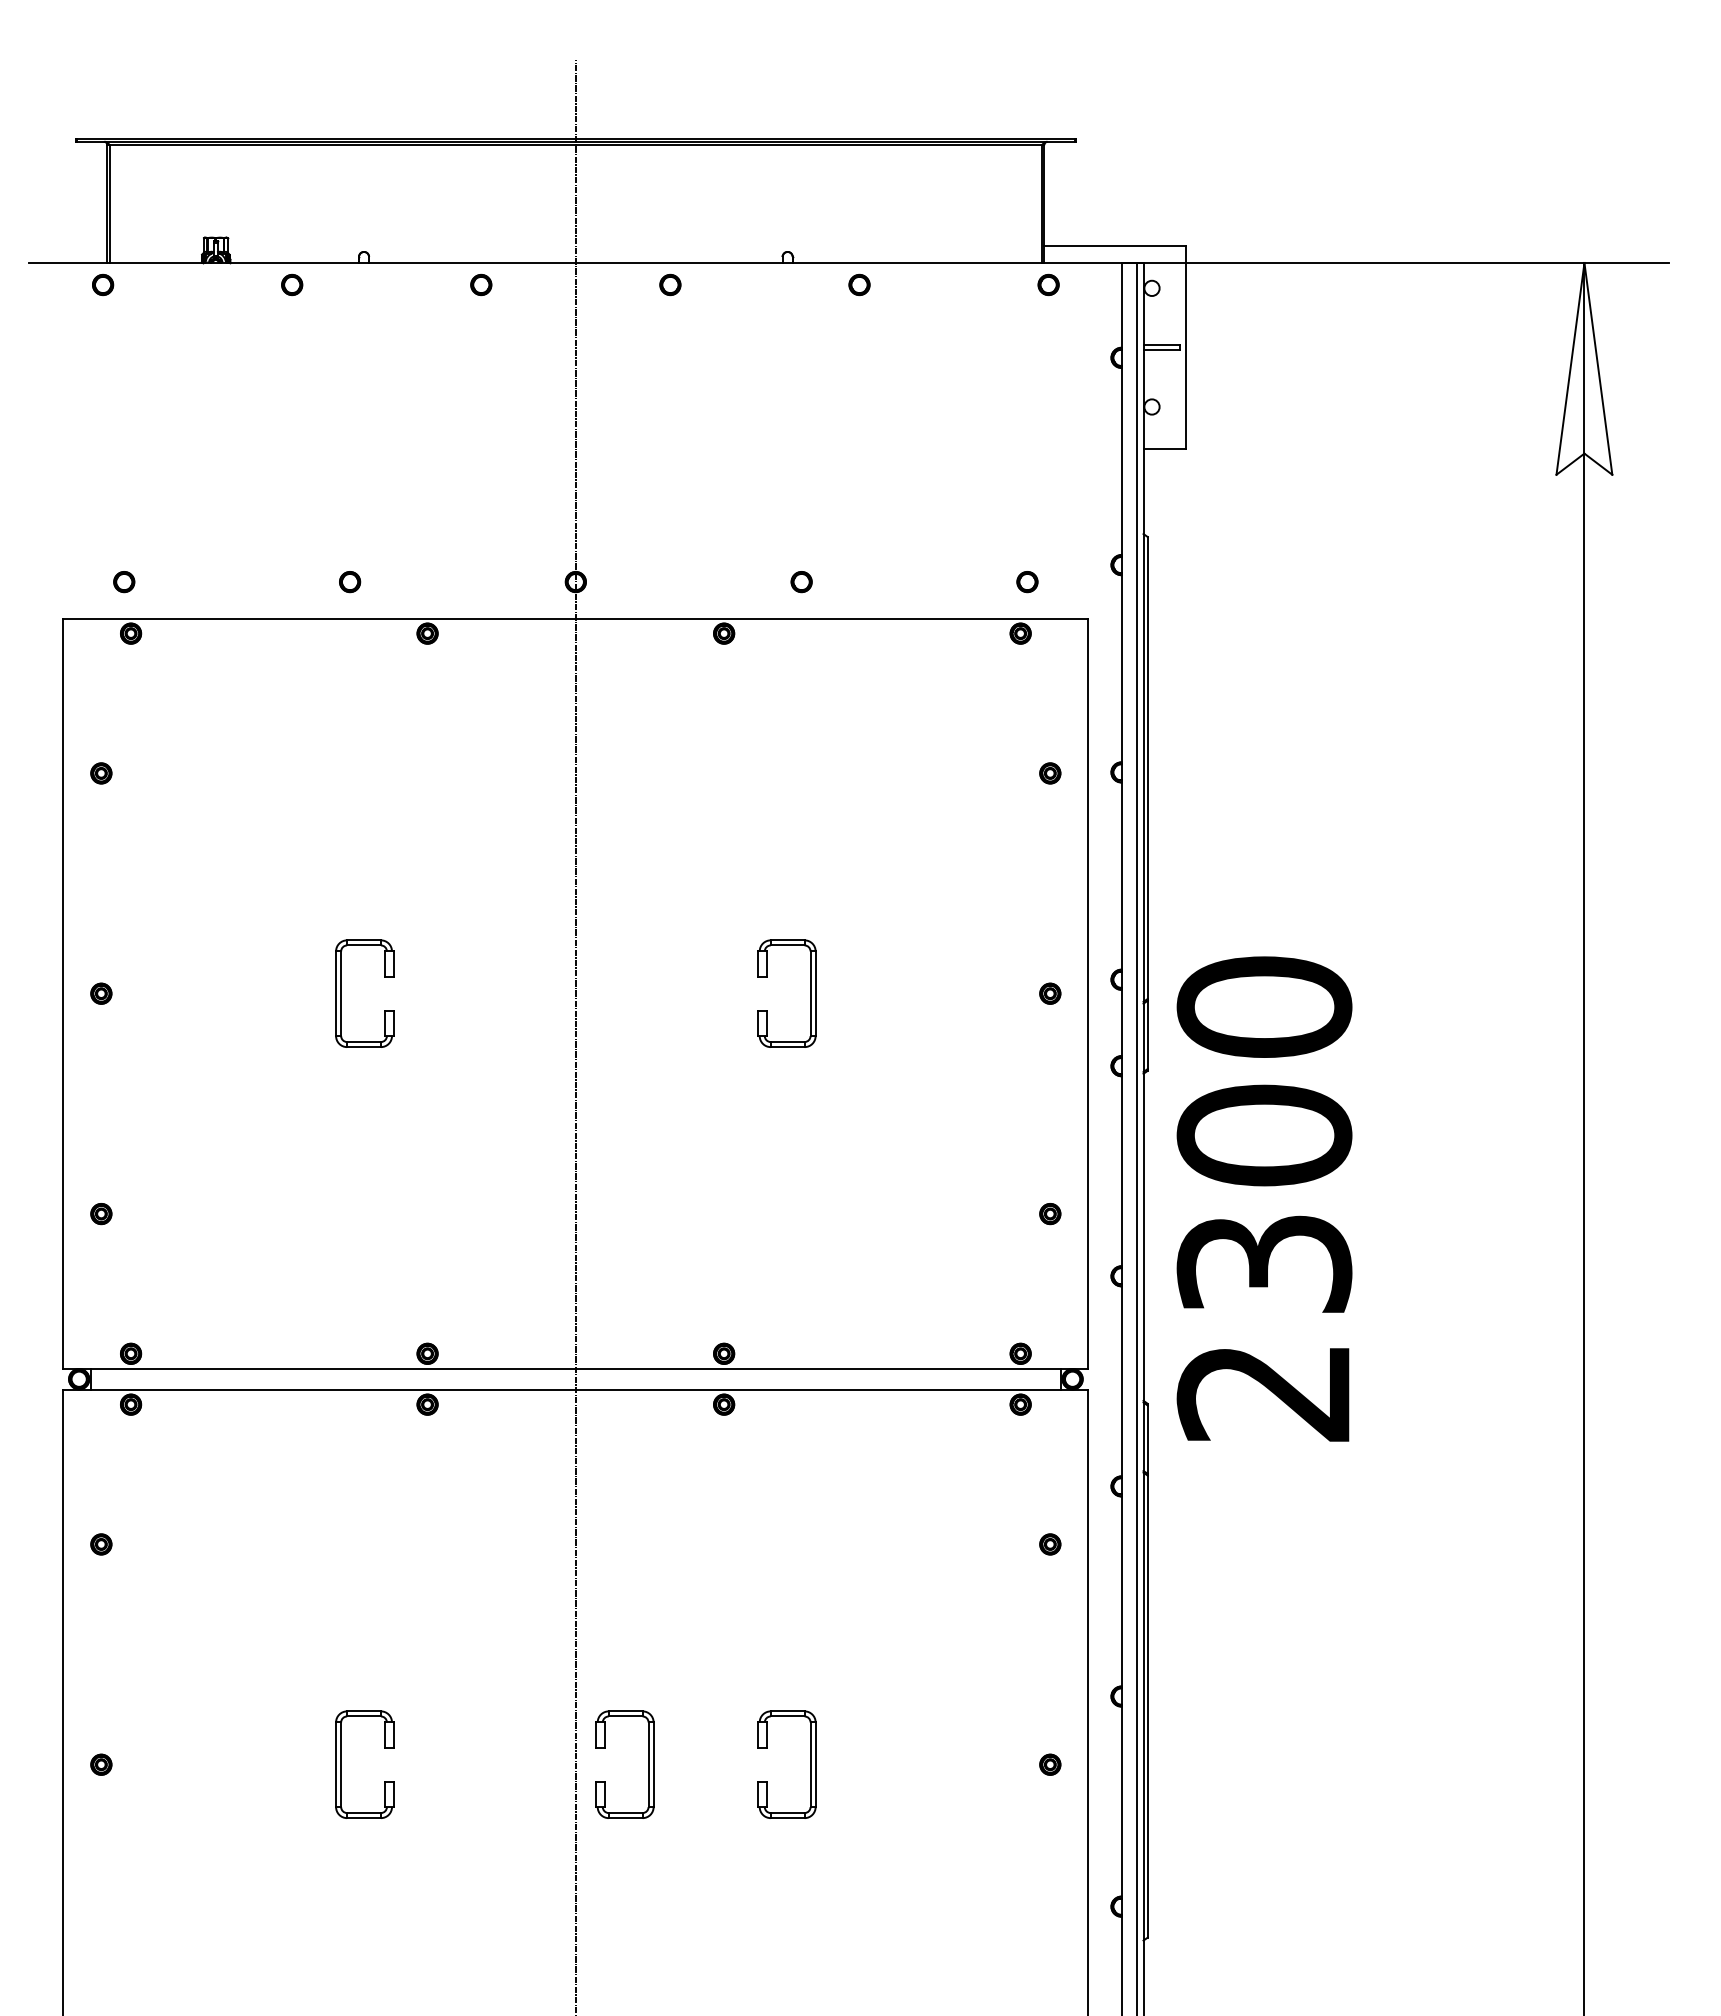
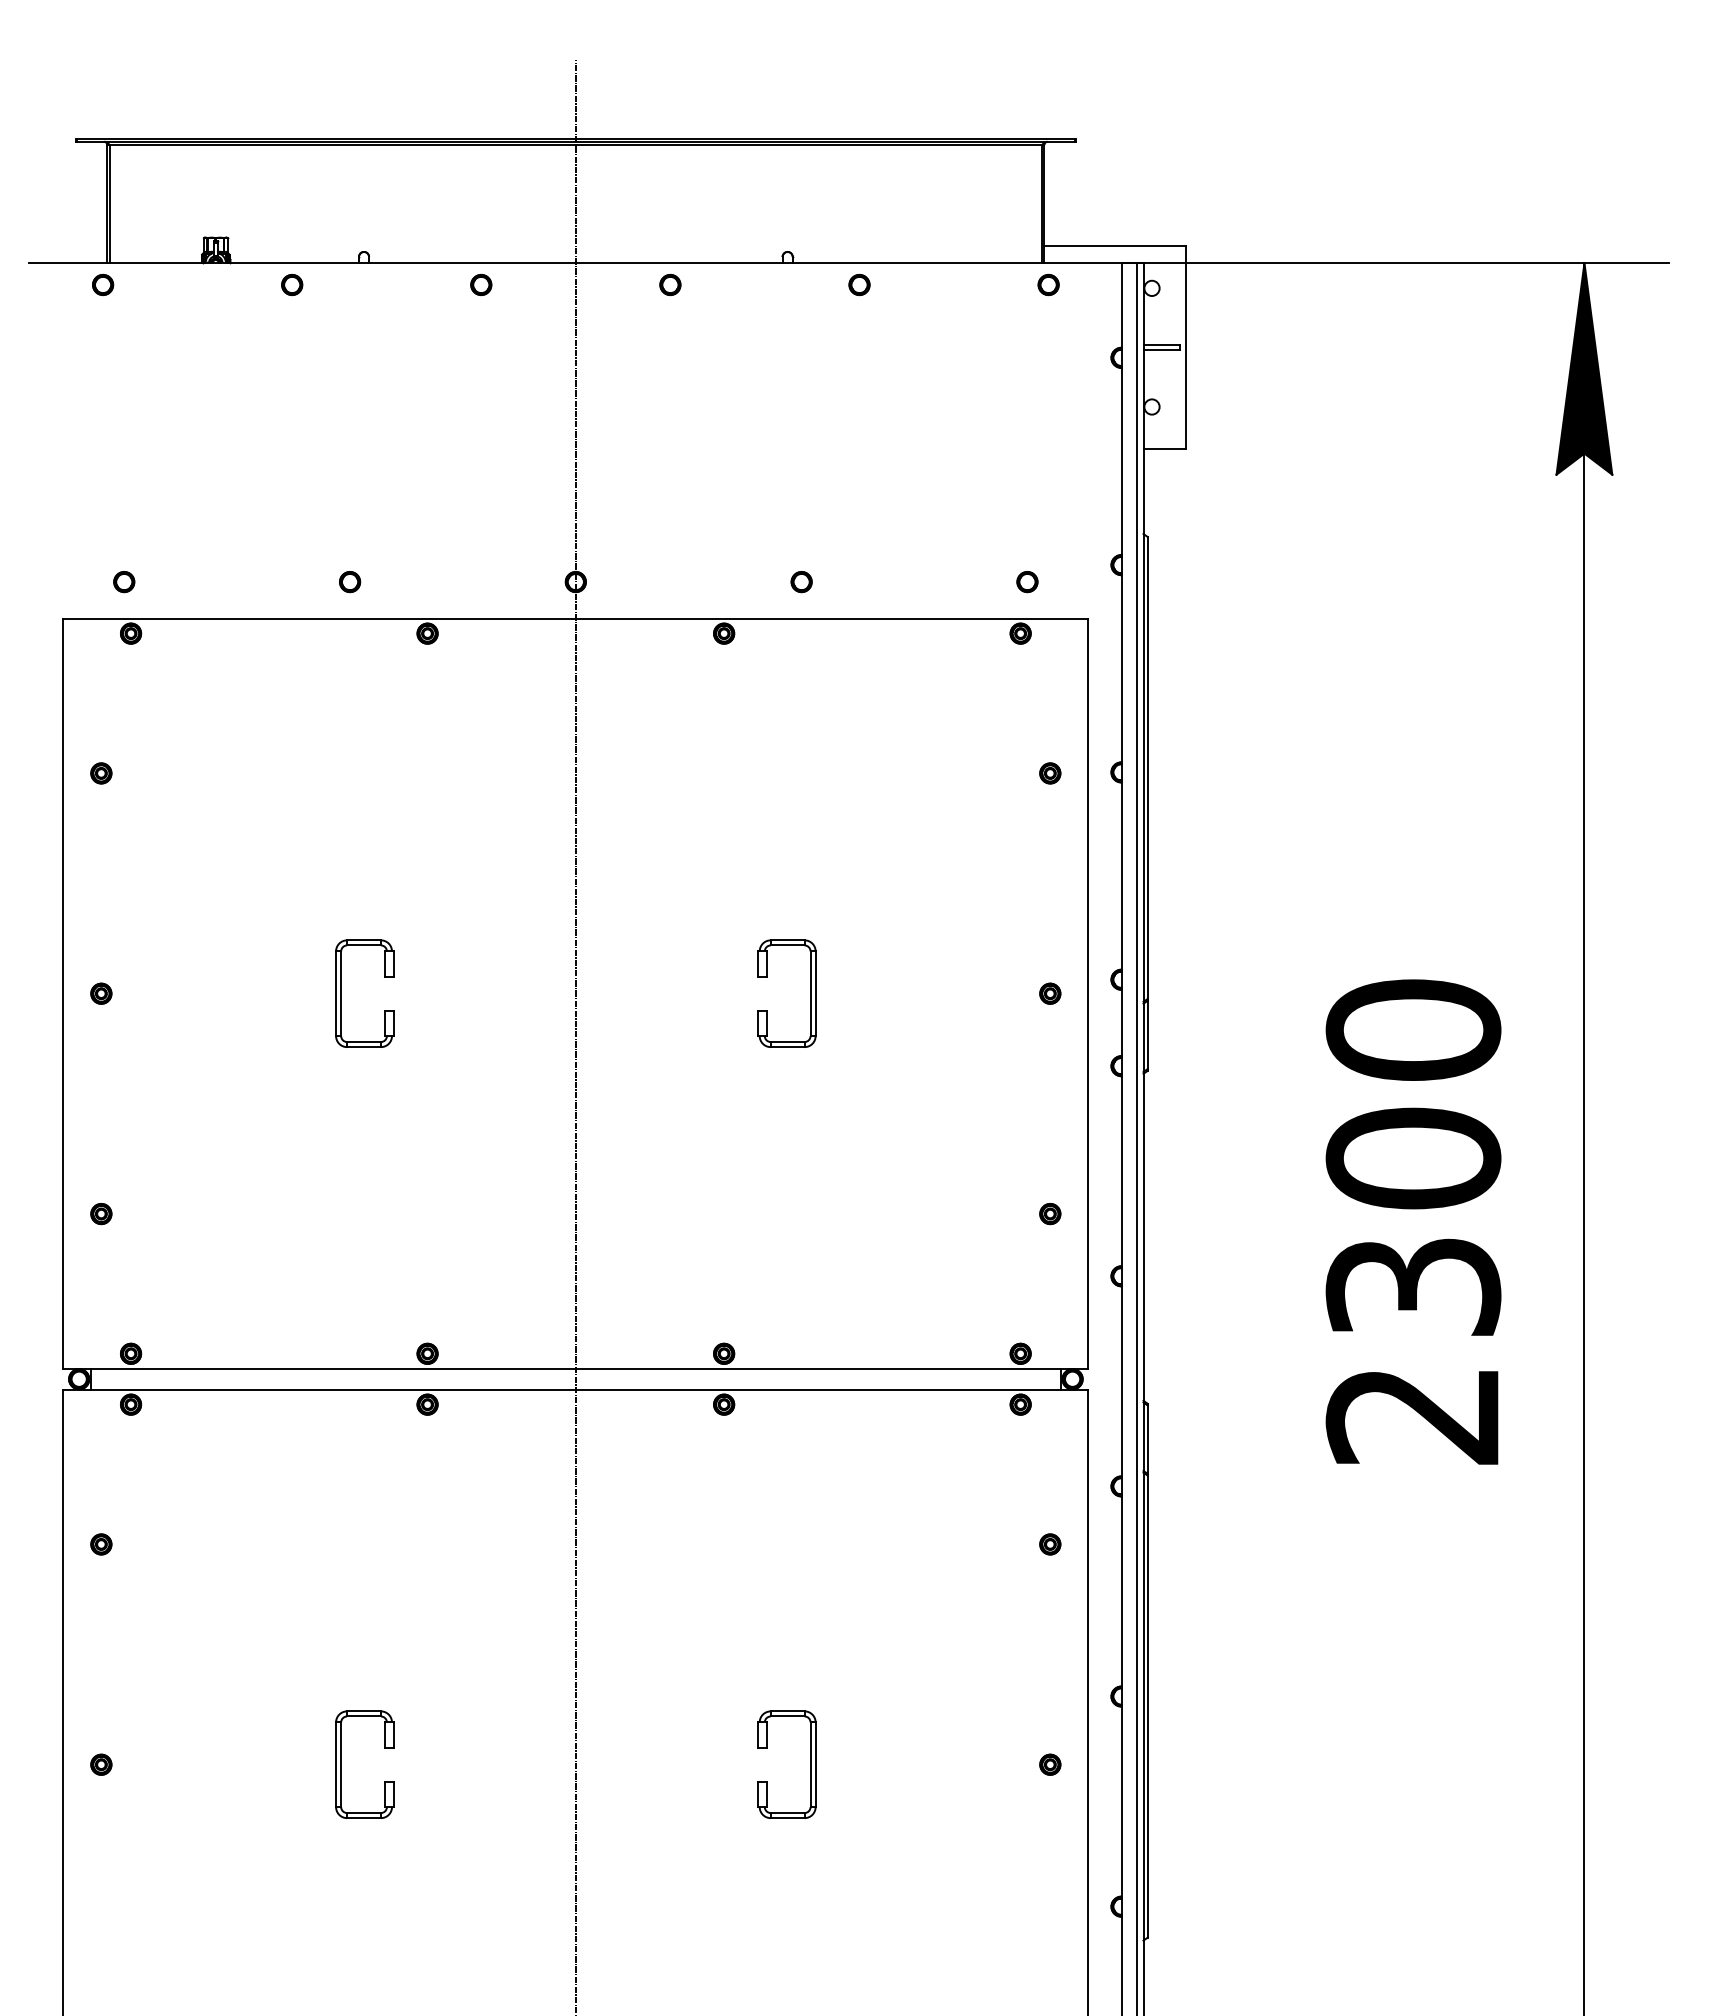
fill at (1584, 368): none -> present
text at (1264, 1198) position: (1264, 1198) -> (1413, 1221)
part at (648, 1764): present -> none
